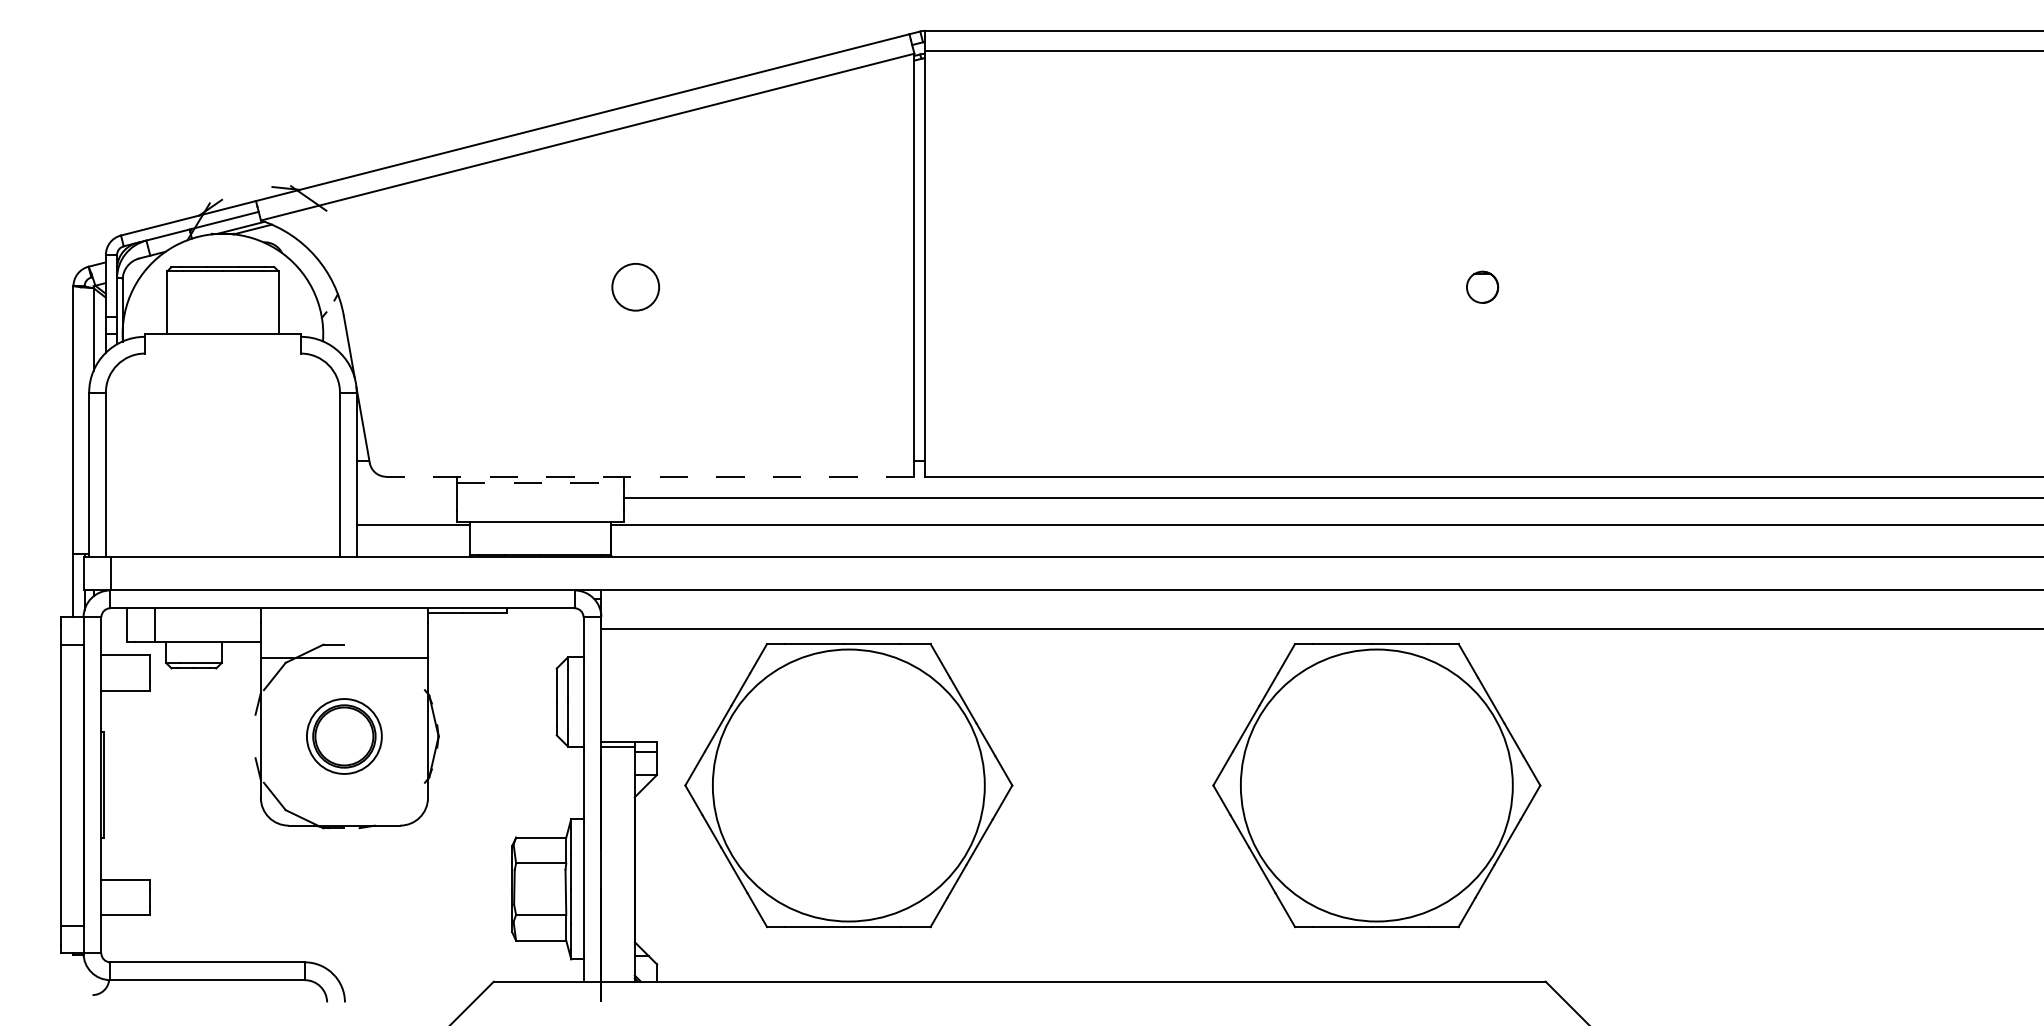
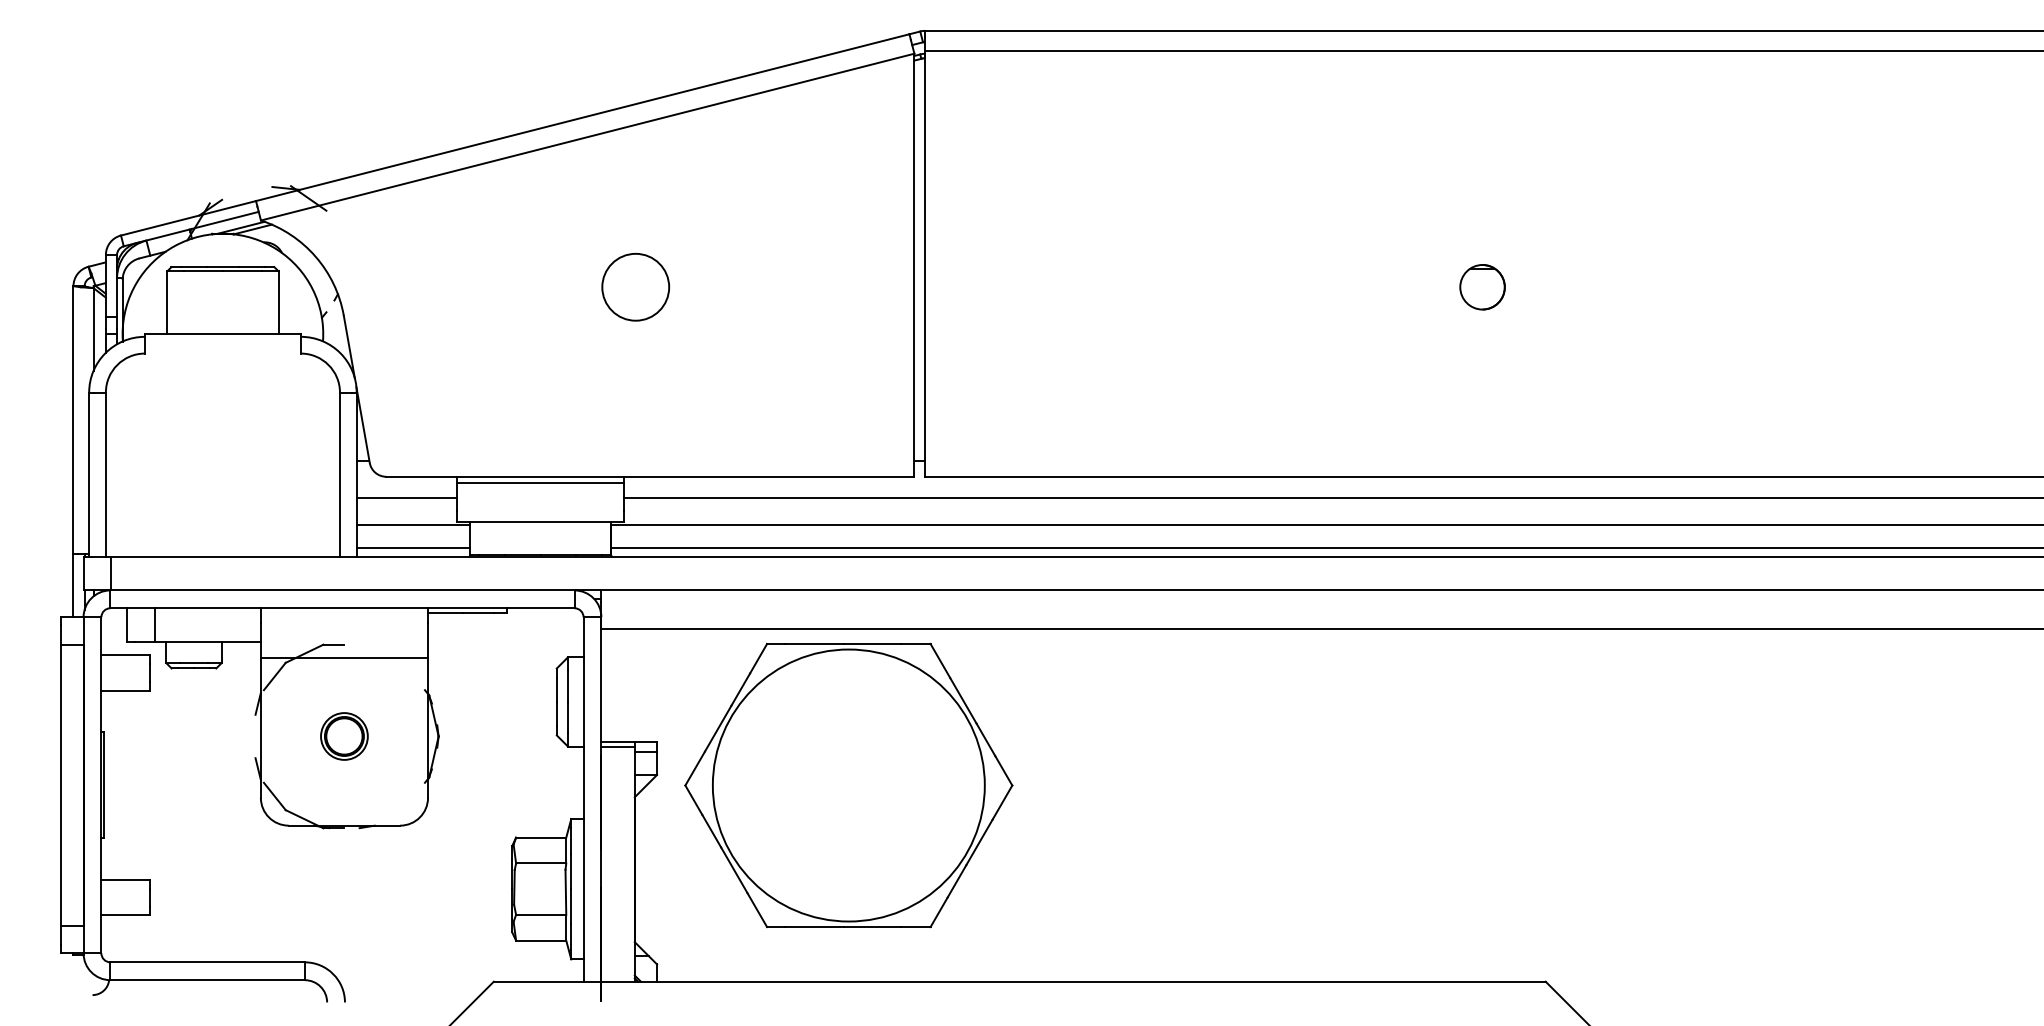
circle at (635, 286) diameter: 47 px -> 67 px
part at (1482, 286) size: 34x34 px -> 47x47 px
line at (649, 476): dashed -> solid
line at (540, 483): dashed -> solid
line at (406, 498): none -> present
line at (412, 547): none -> present
line at (1325, 547): none -> present
part at (344, 736) size: 77x77 px -> 49x49 px
part at (1376, 785): present -> none
